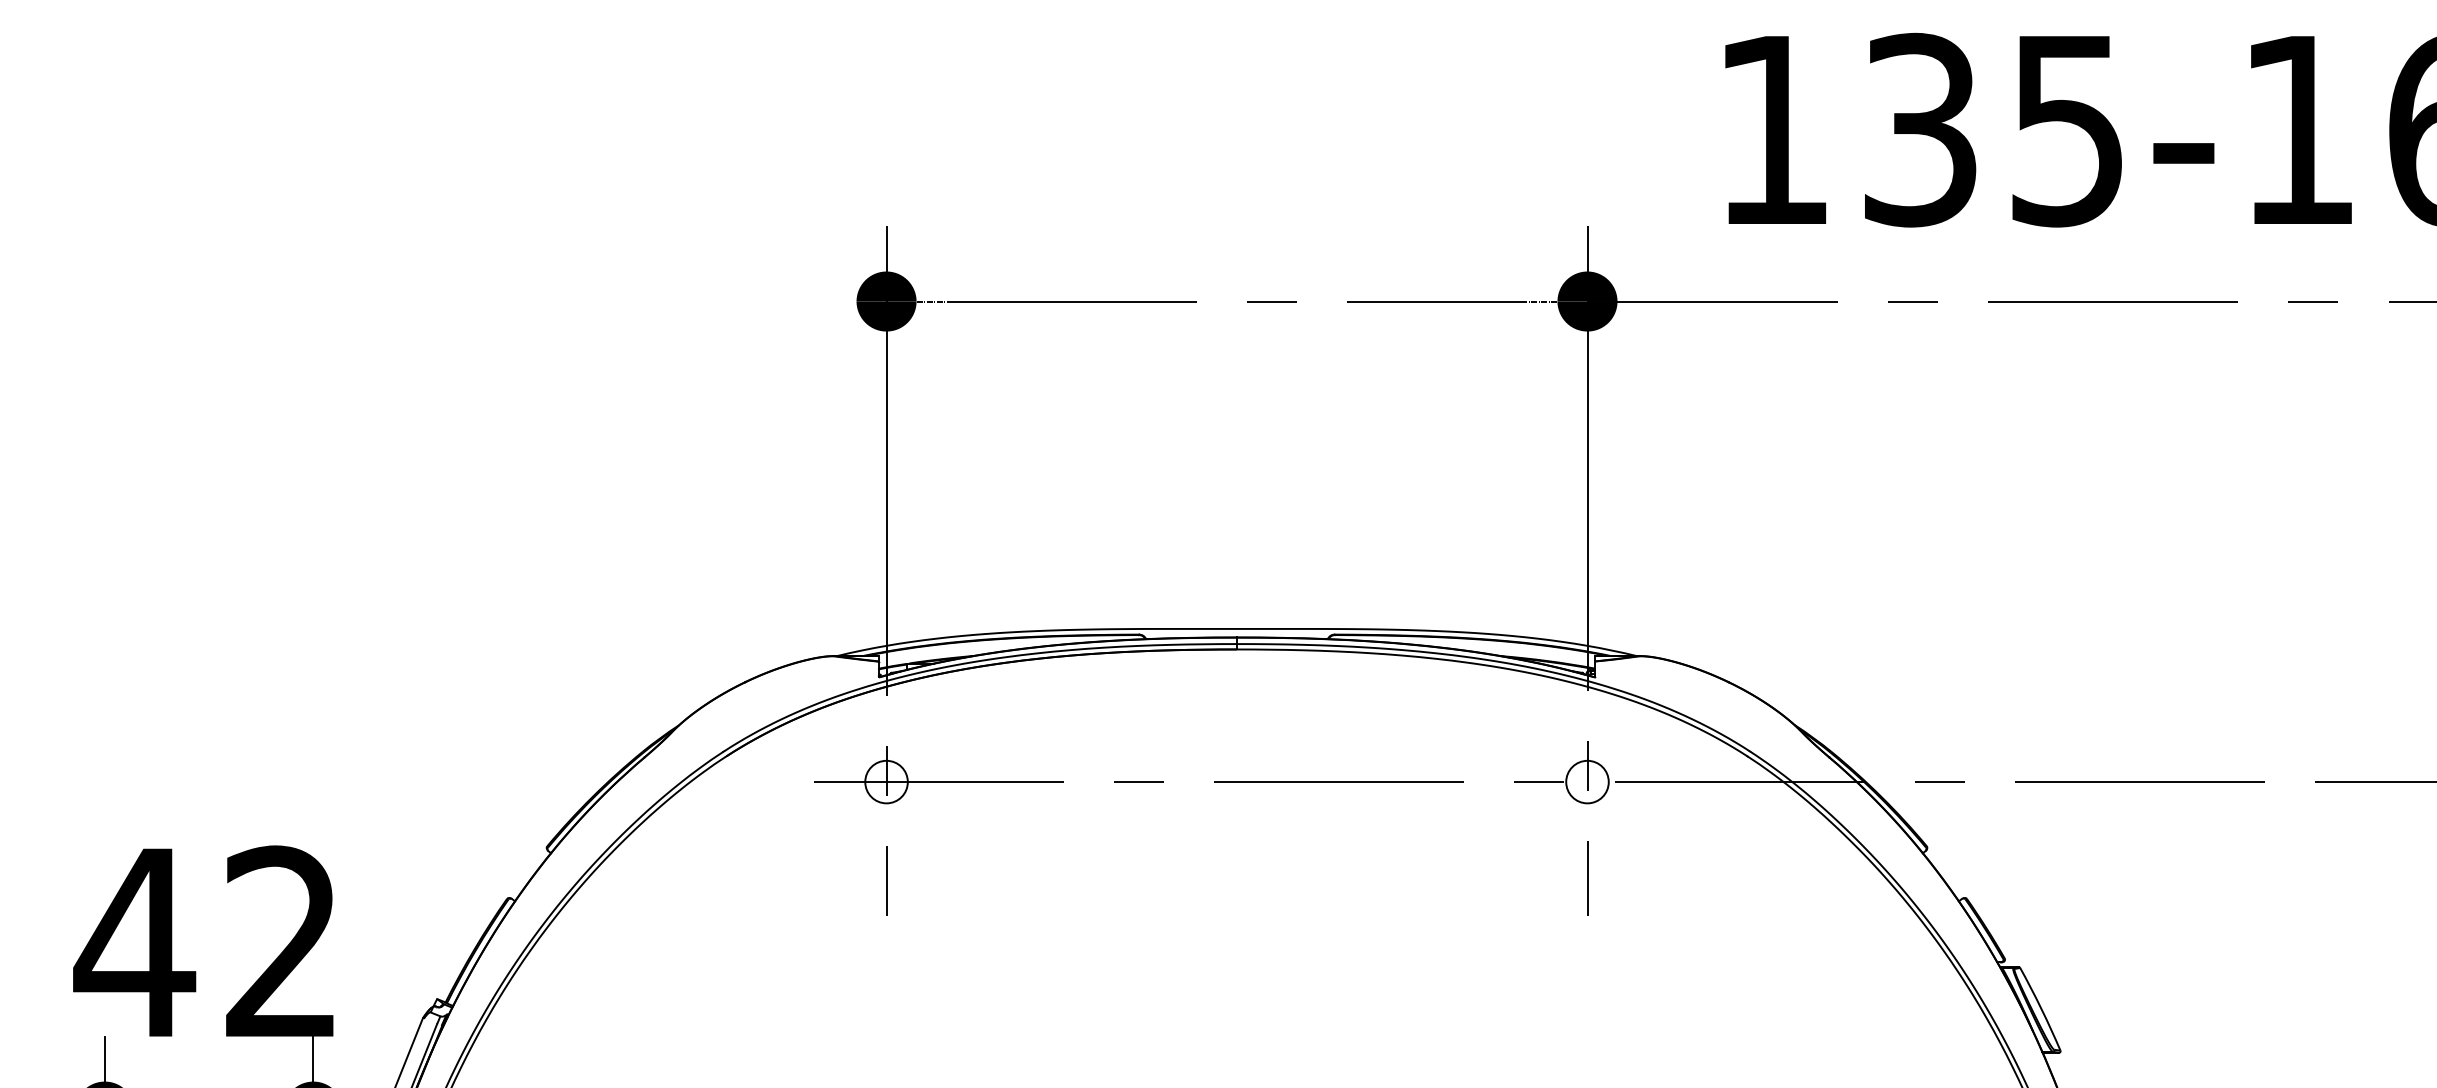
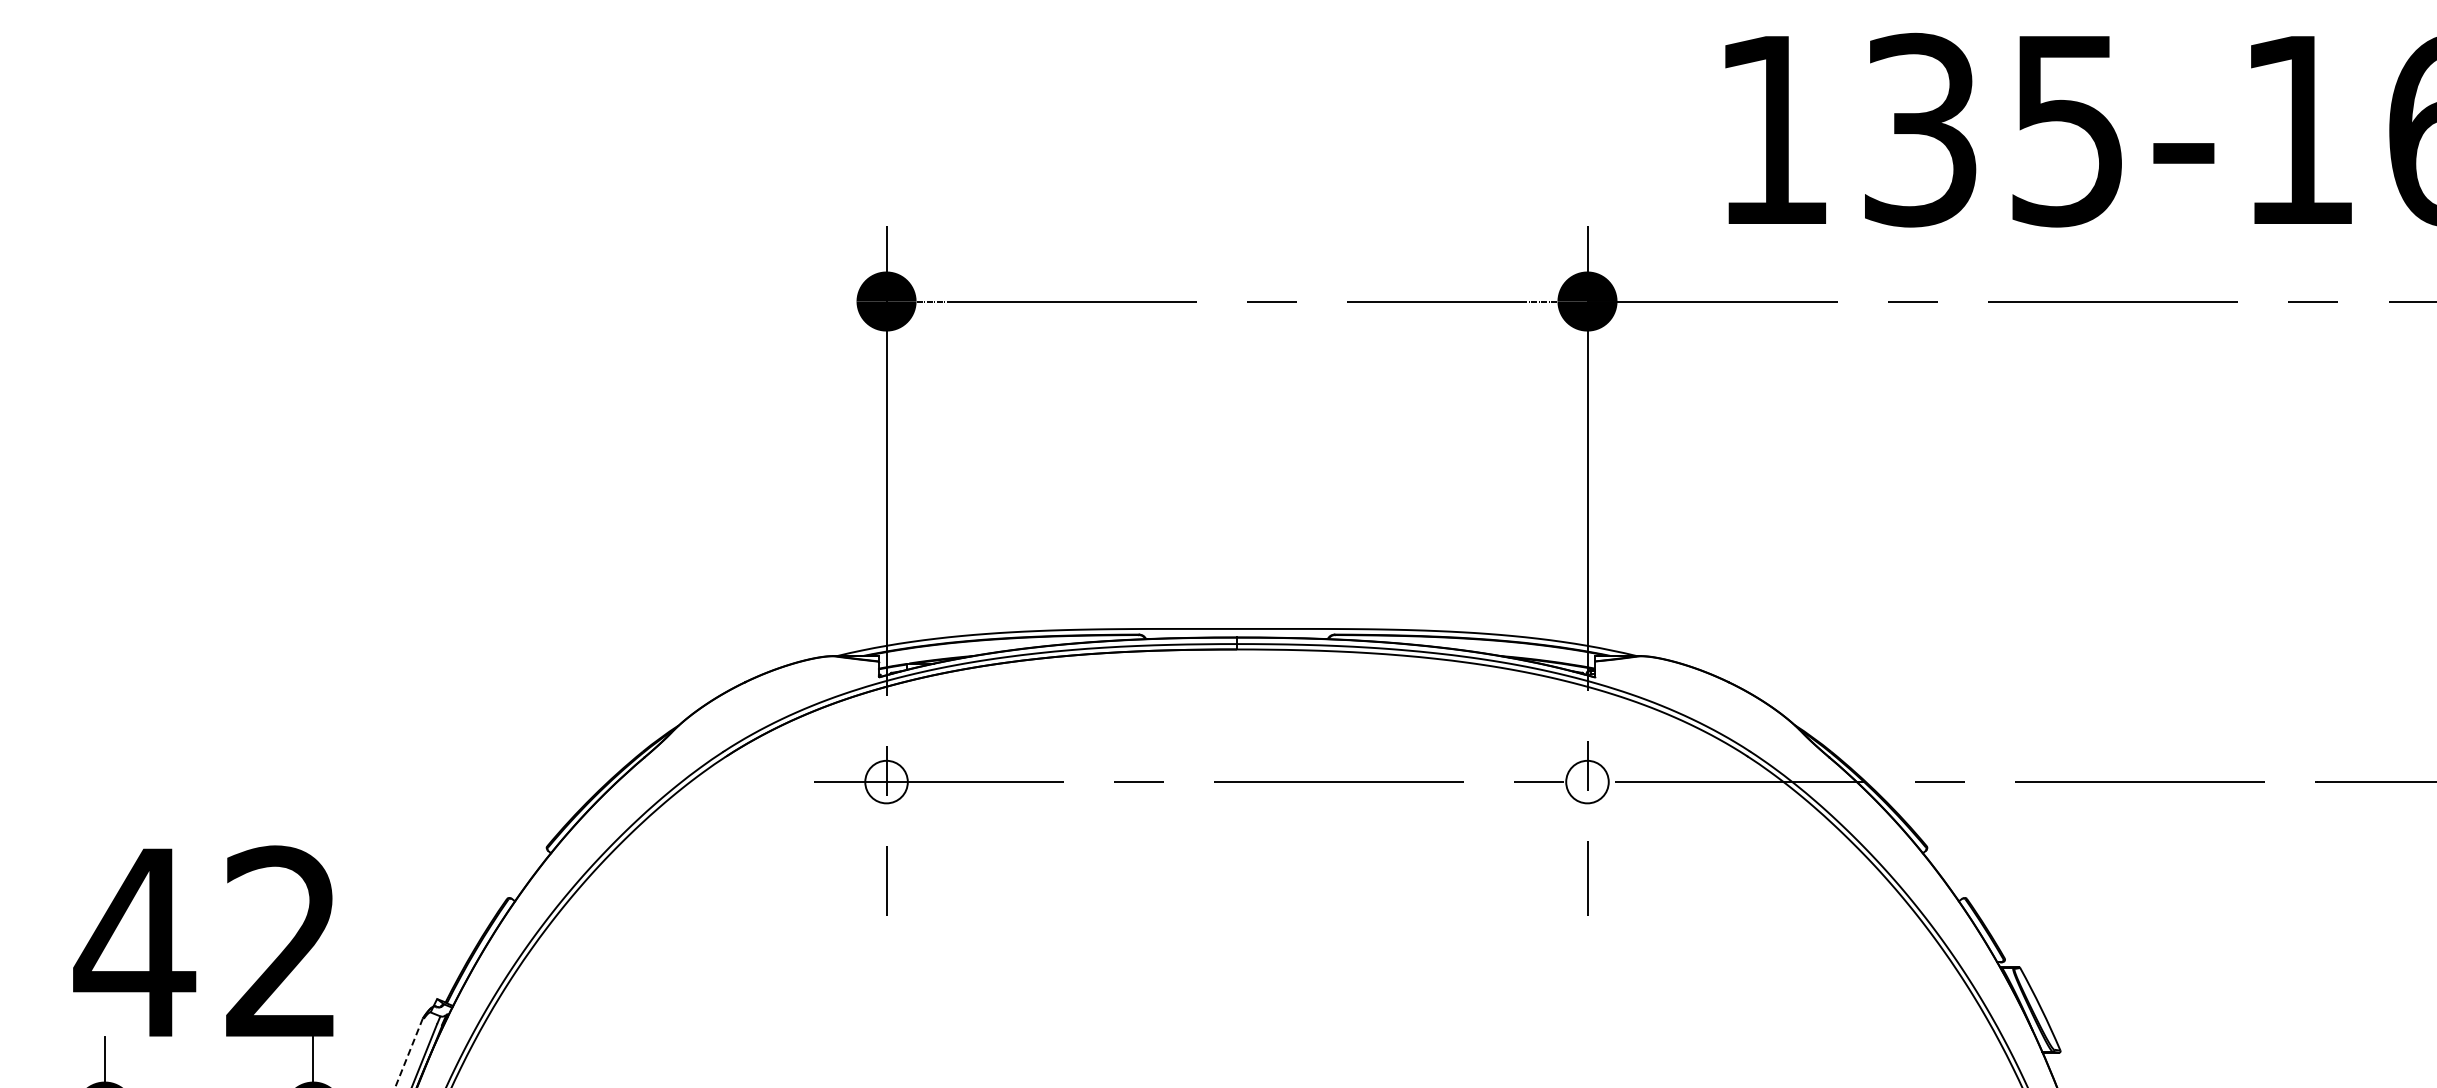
line at (408, 1053): solid -> dashed
